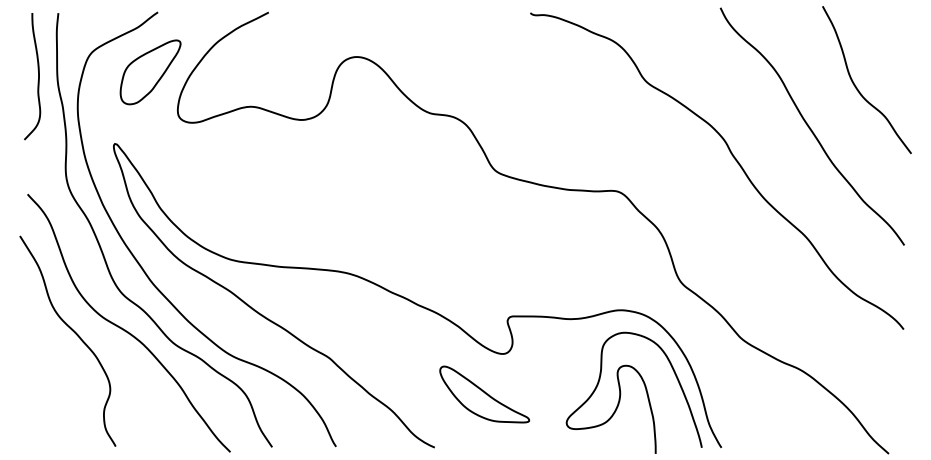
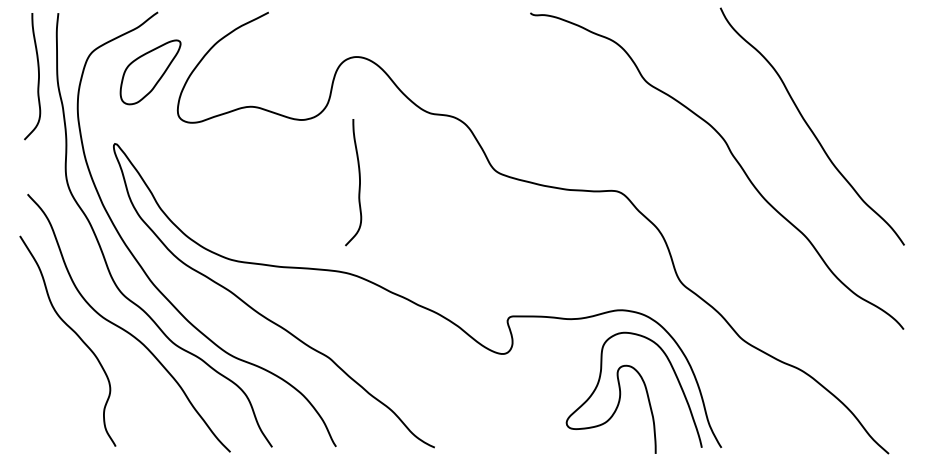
curve at (857, 87): present -> none
curve at (359, 182): none -> present
part at (484, 394): present -> none
